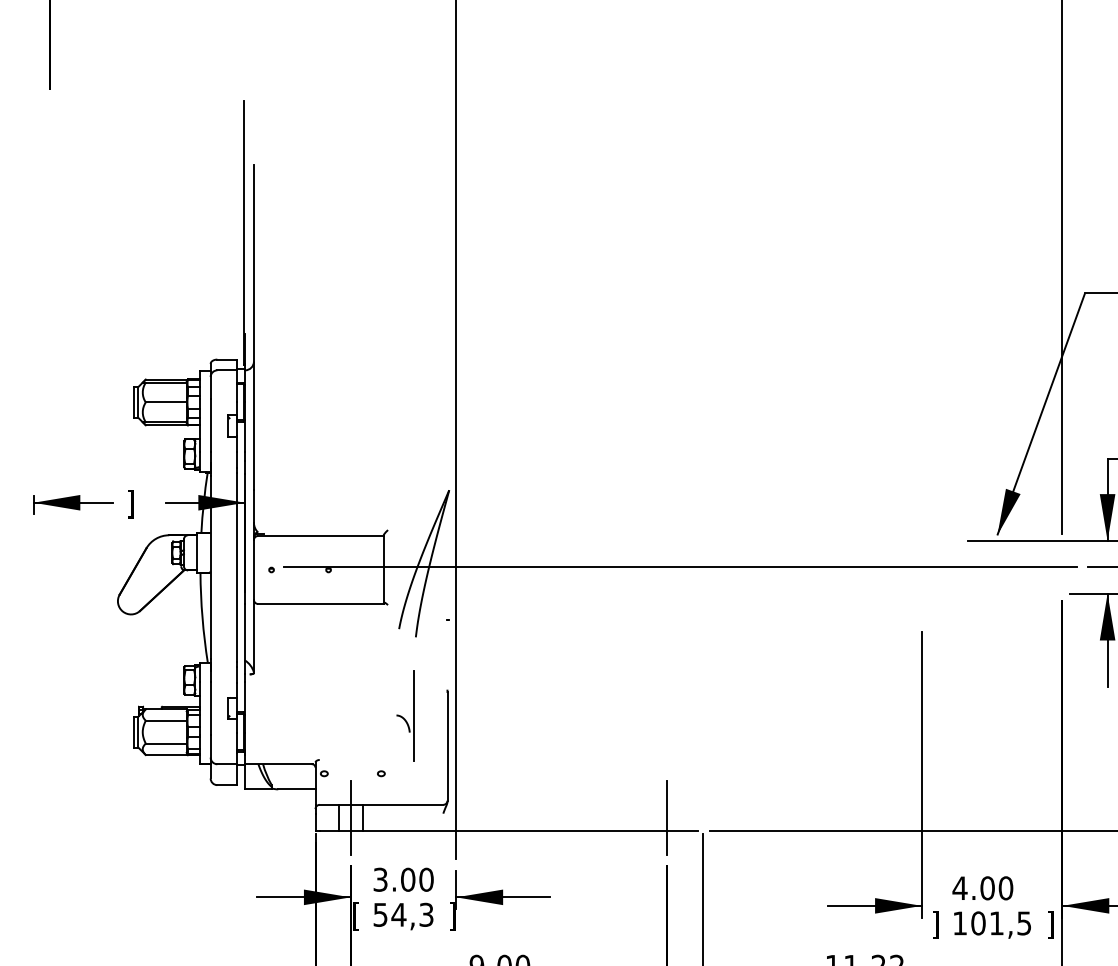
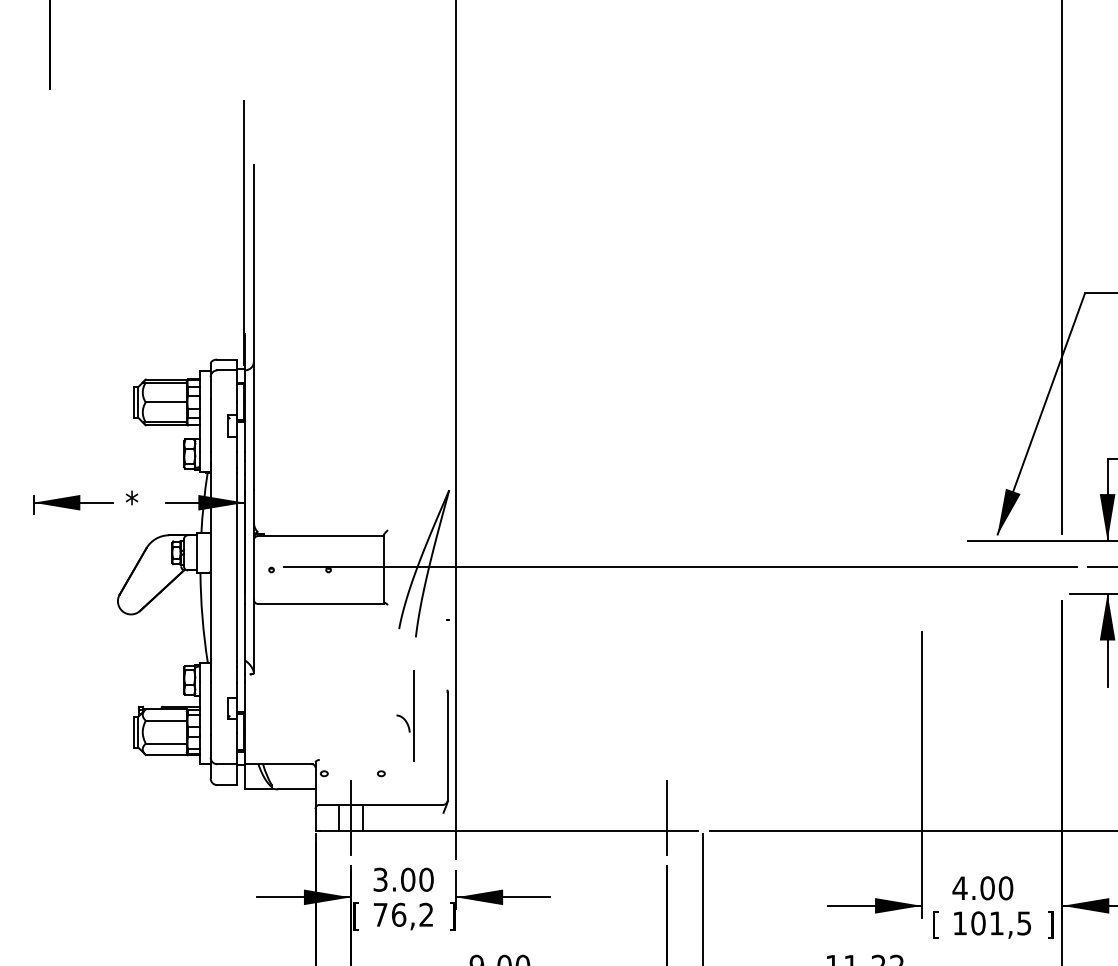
text at (131, 504): ] -> *
text at (403, 914): 54,3 -> 76,2
text at (935, 924): ] -> [
